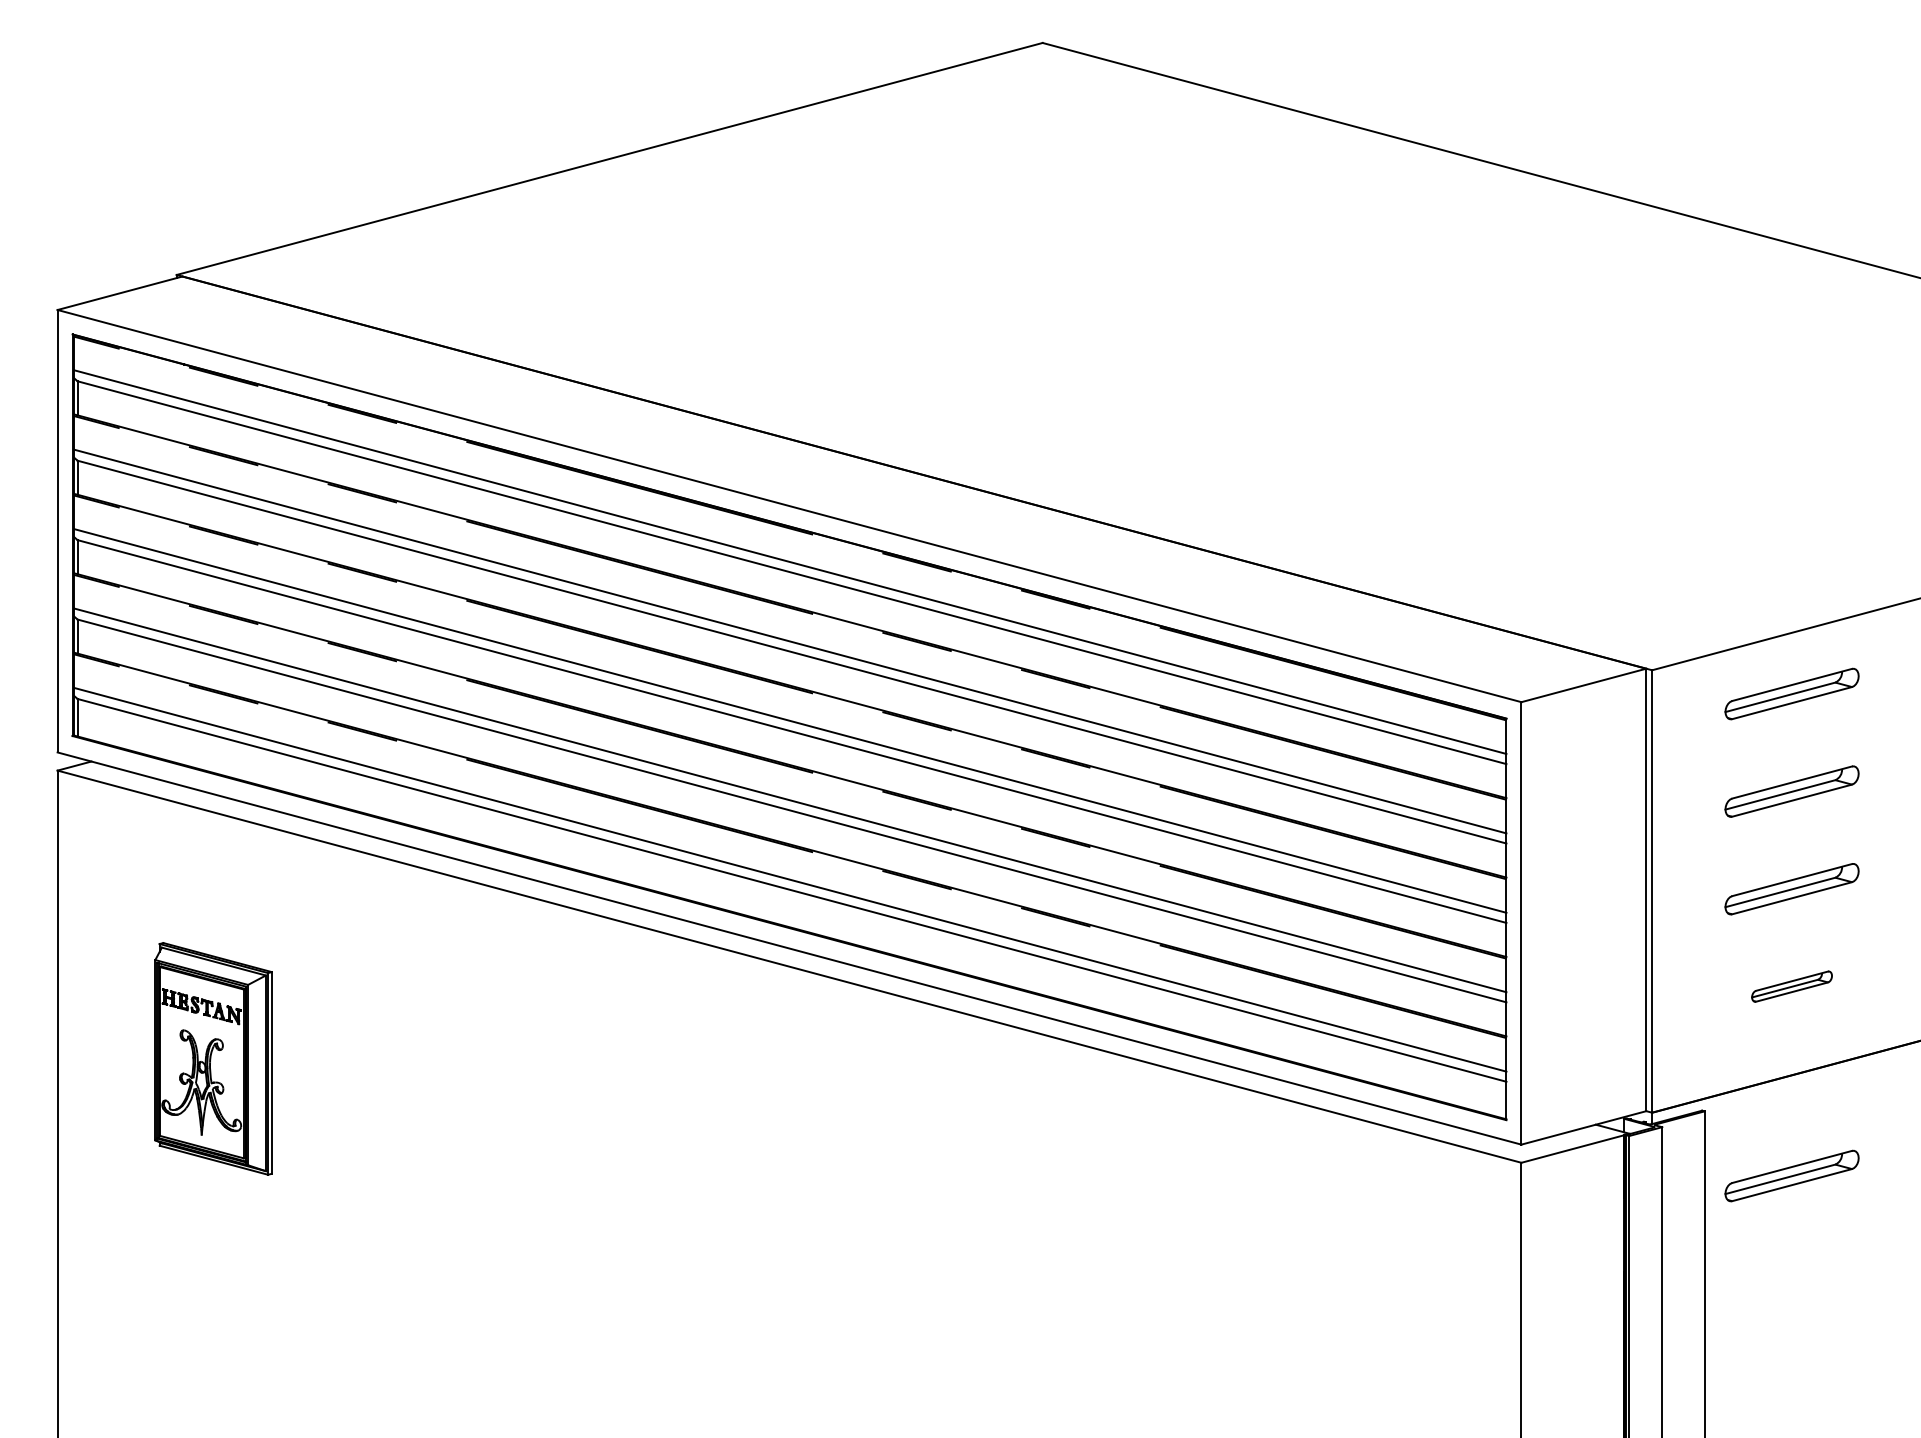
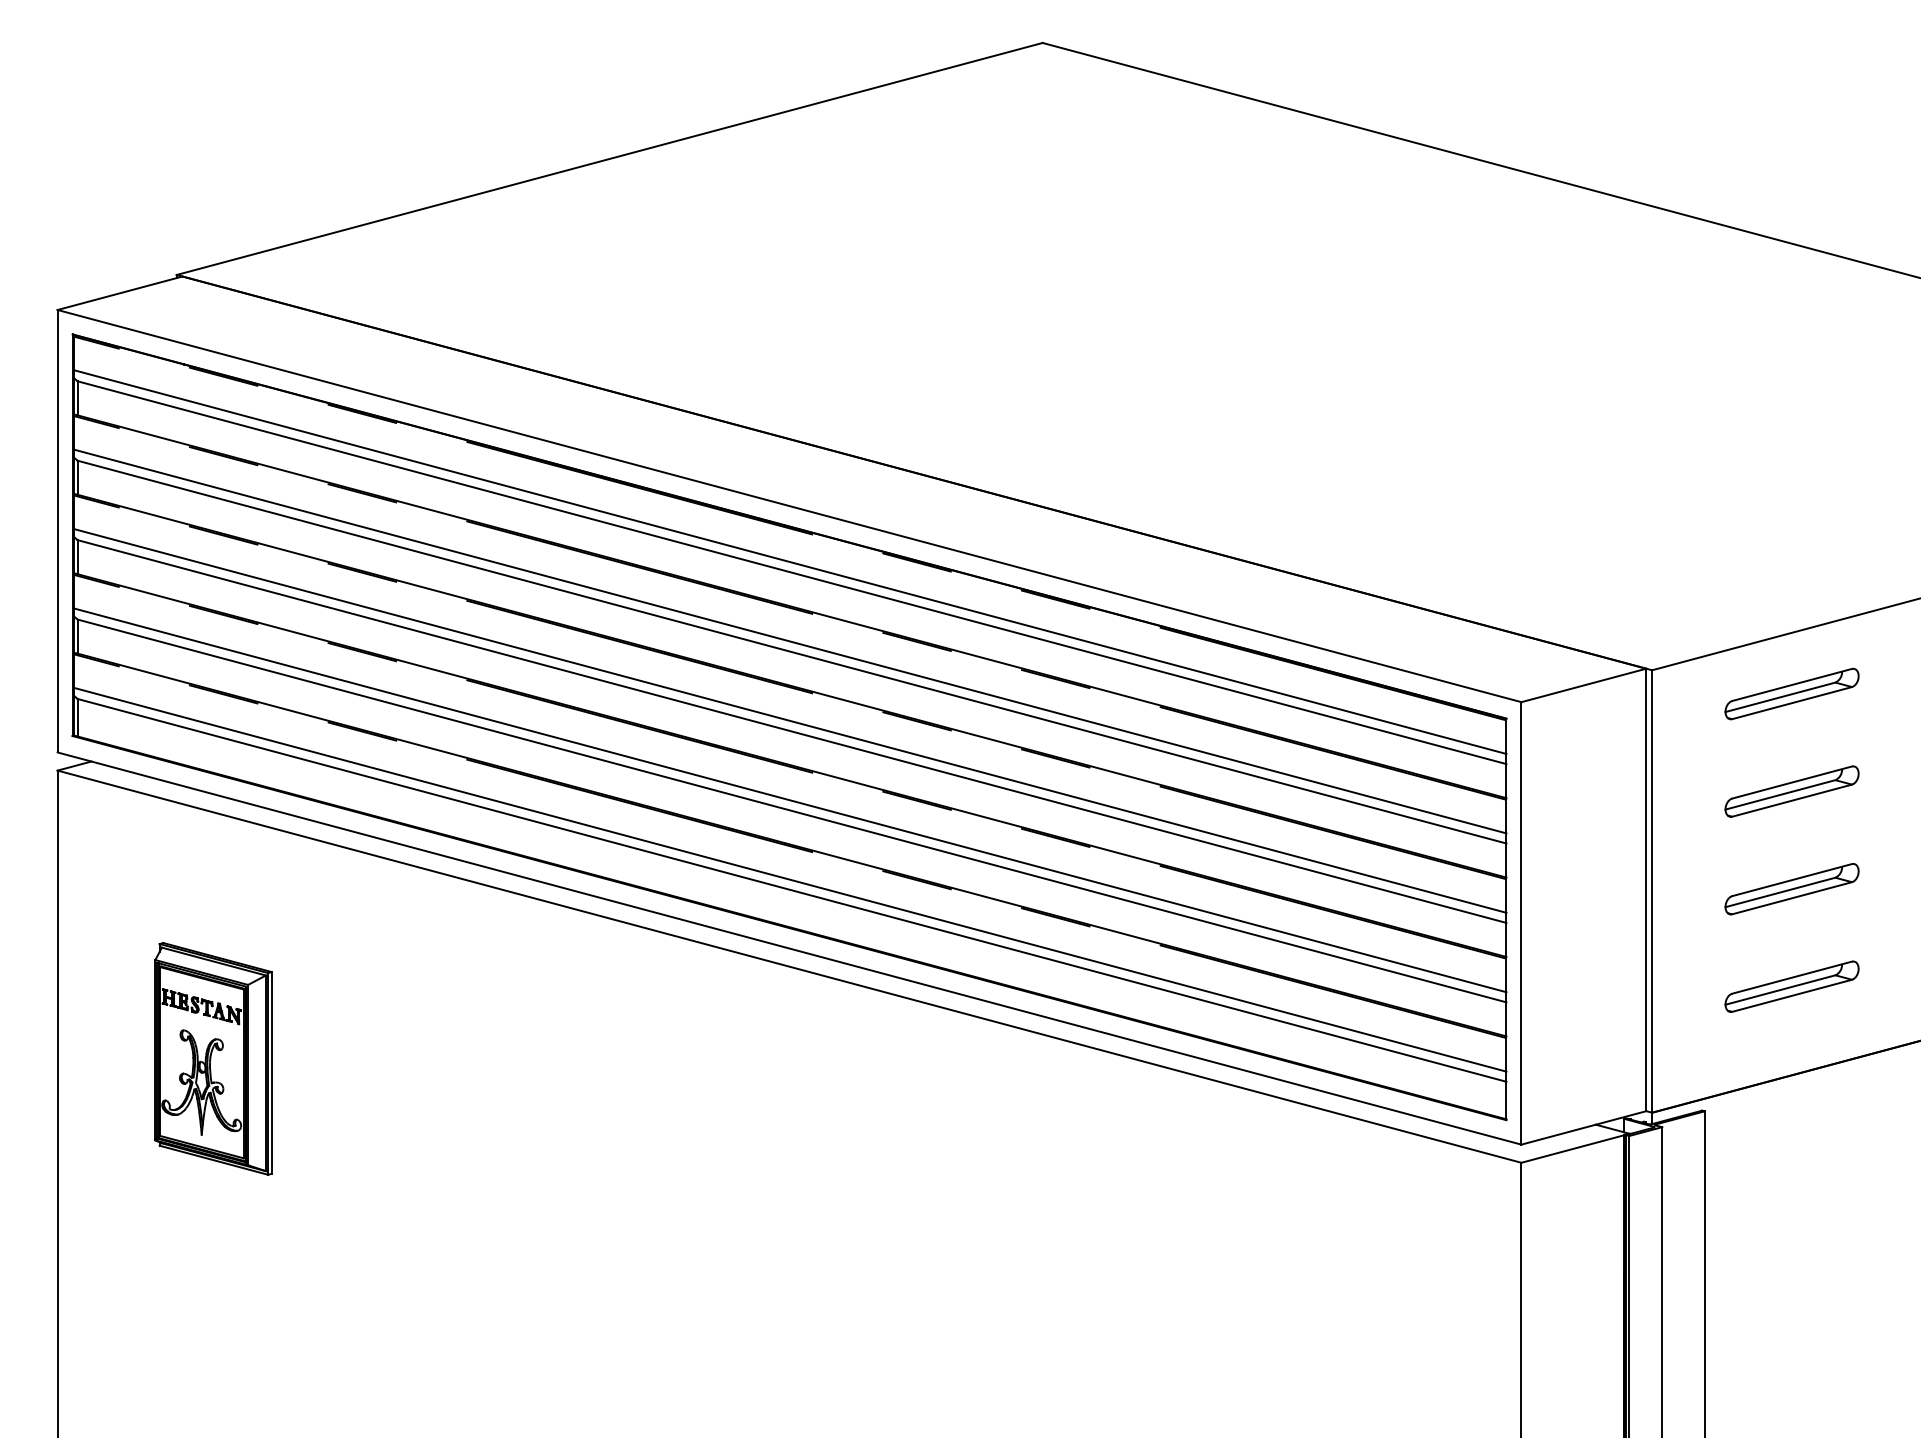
part at (1791, 986) size: 82x33 px -> 136x53 px
part at (1791, 1175): present -> none
